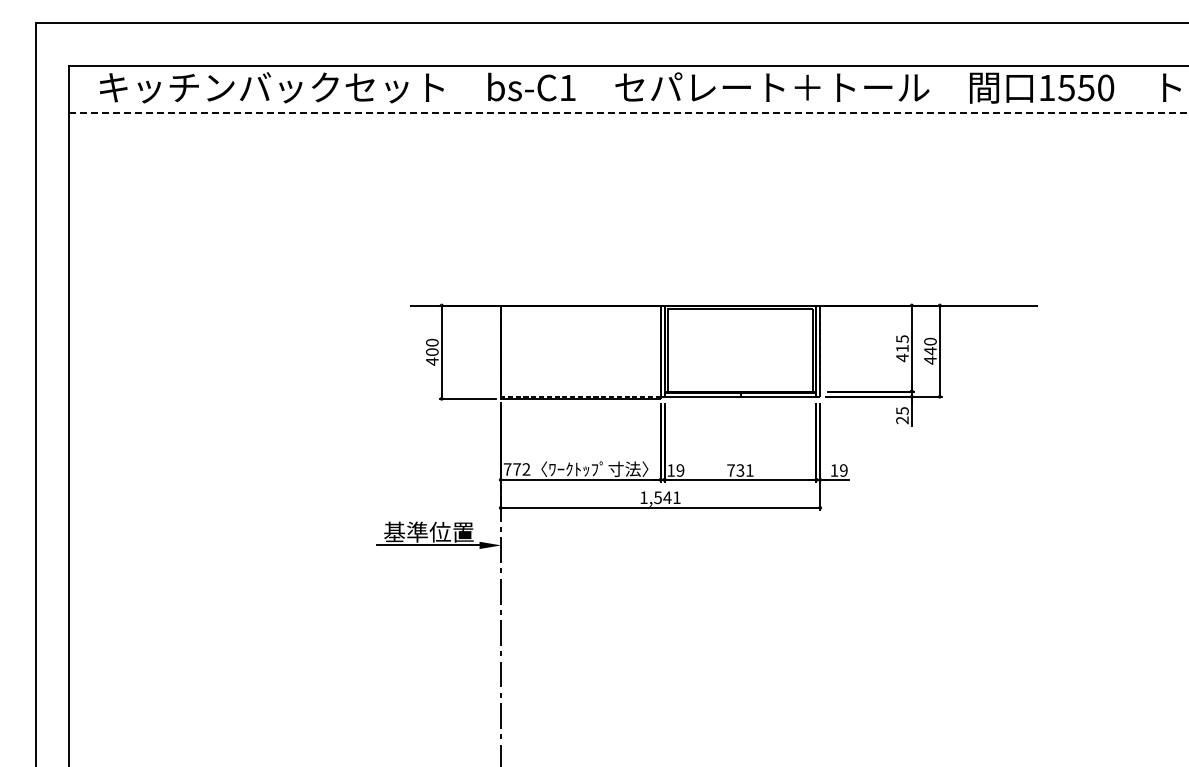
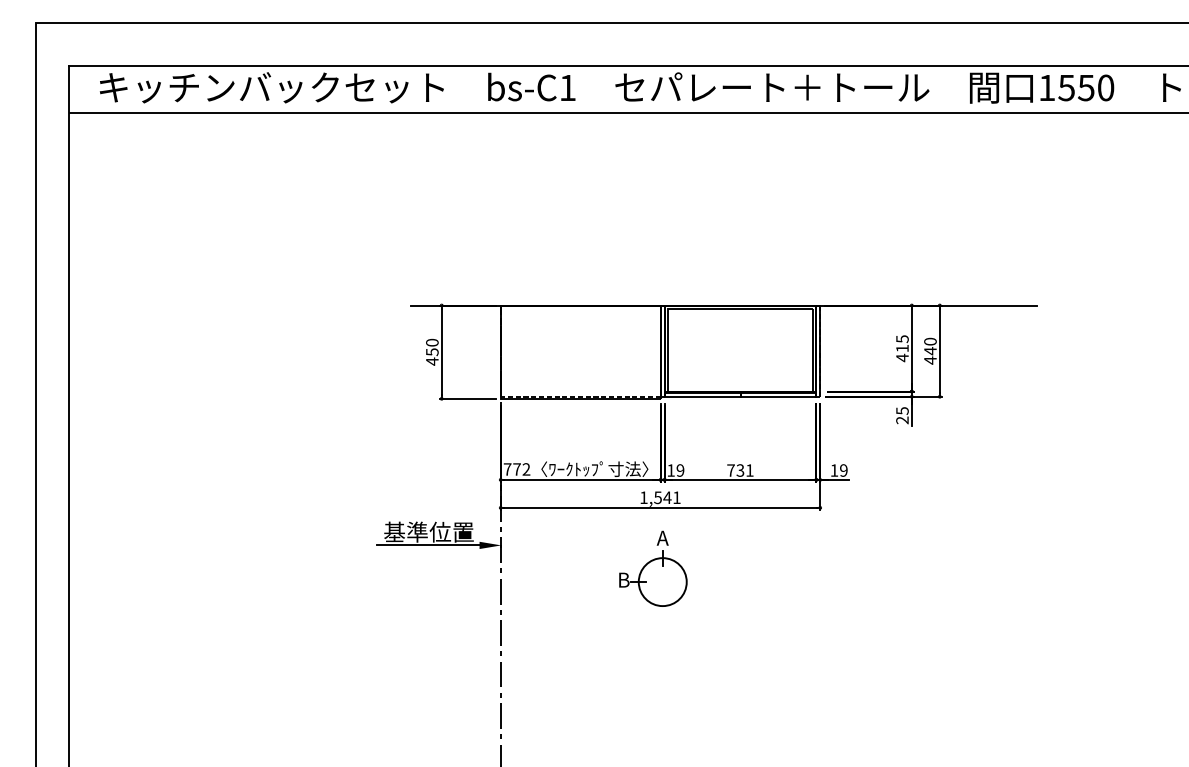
line at (629, 113): dashed -> solid
text at (432, 352): 400 -> 450
part at (653, 568): none -> present
